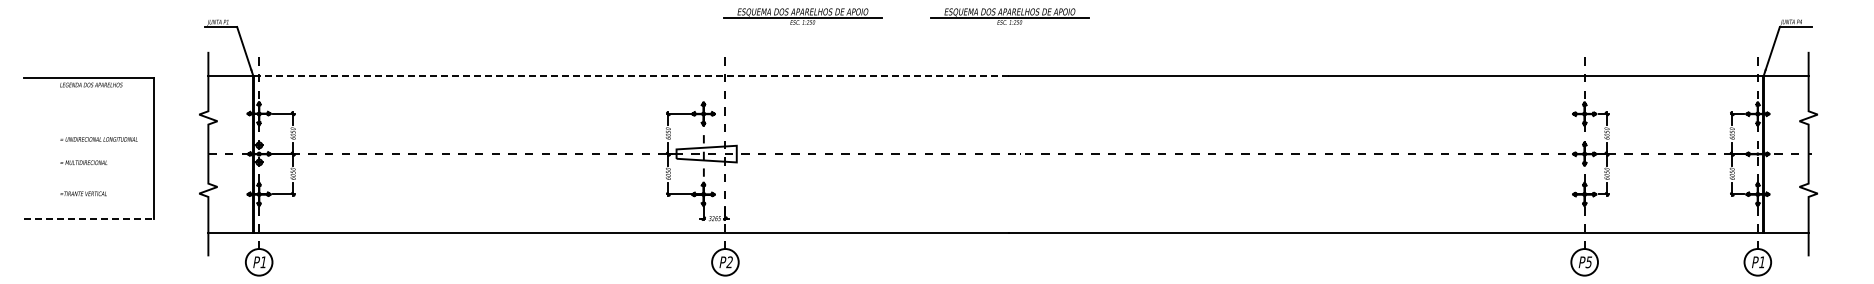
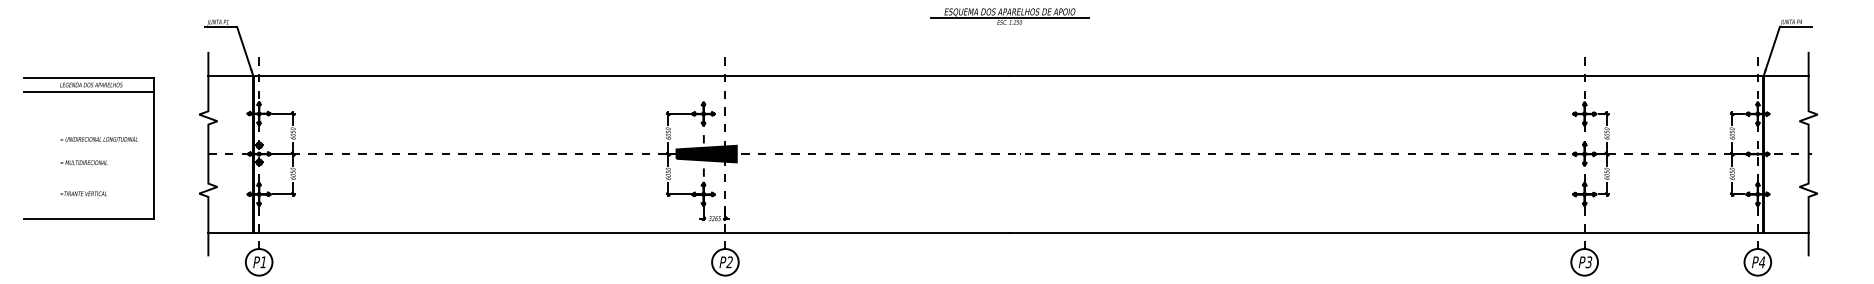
part at (802, 16): present -> none
line at (631, 75): dashed -> solid
line at (89, 92): none -> present
fill at (706, 153): none -> present
line at (89, 219): dashed -> solid
text at (1589, 261): P5 -> P3
text at (1761, 262): P1 -> P4
